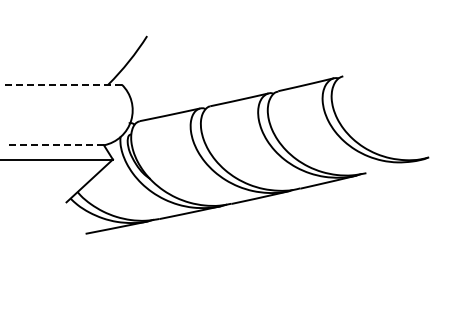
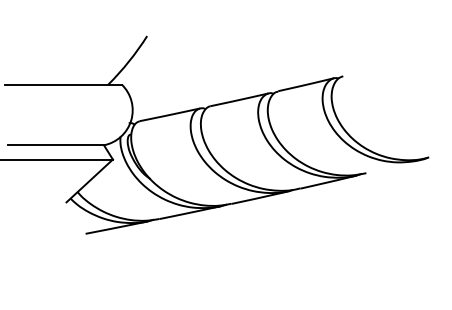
line at (62, 84): dashed -> solid
line at (56, 145): dashed -> solid
